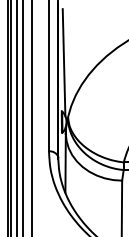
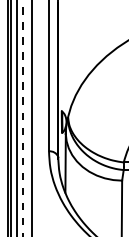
line at (63, 62): present -> none
line at (22, 118): solid -> dashed
